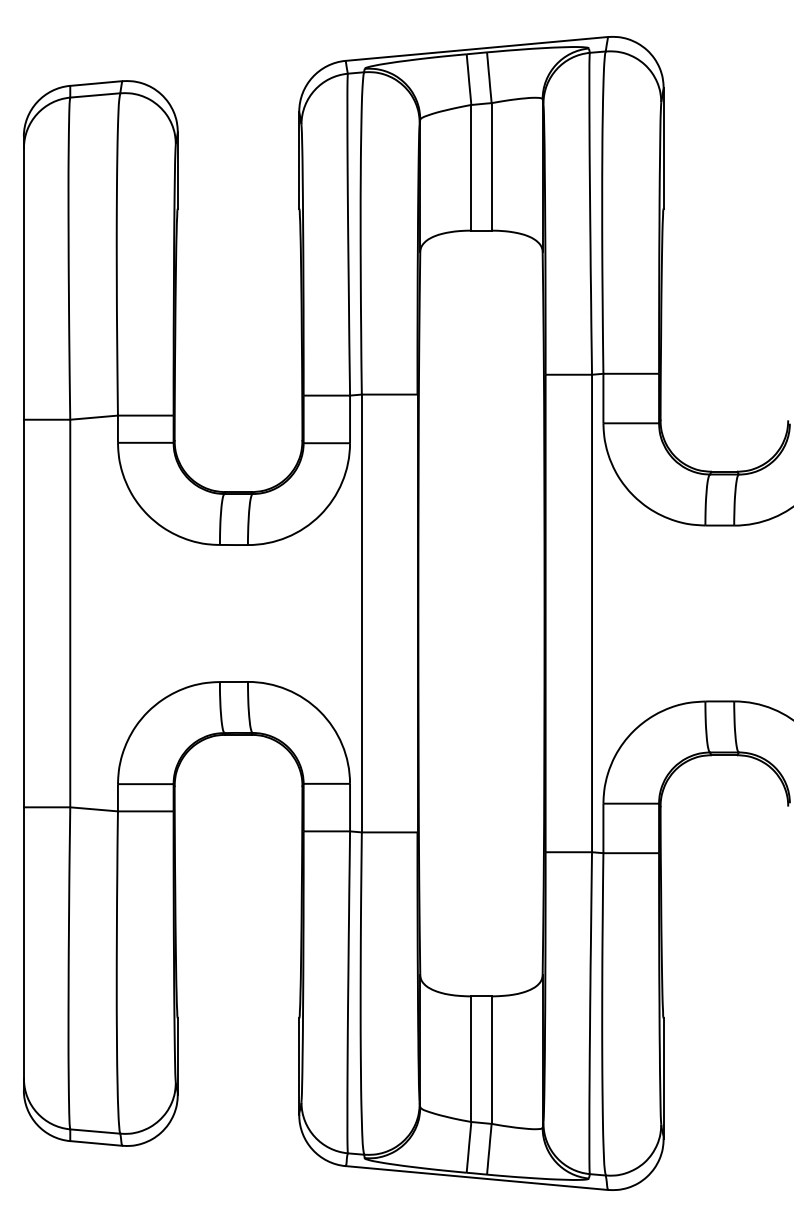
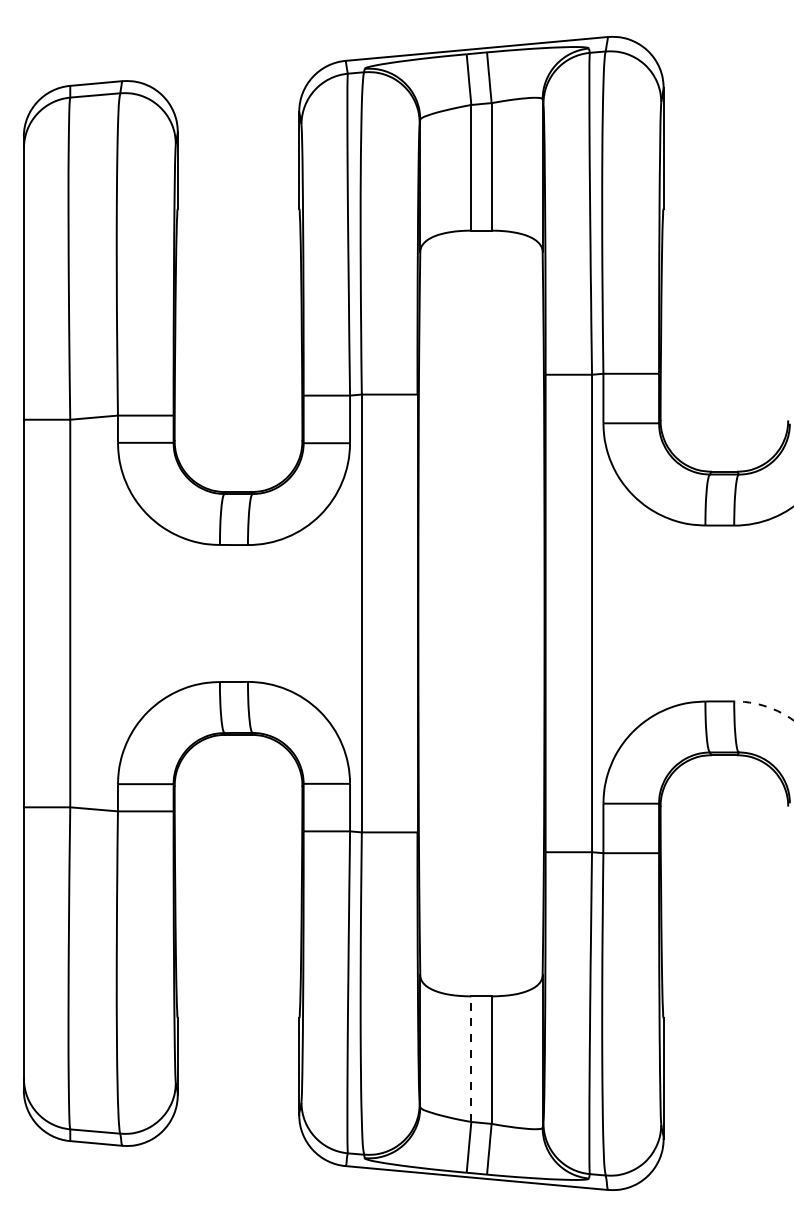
arc at (764, 706): solid -> dashed
line at (471, 1059): solid -> dashed
